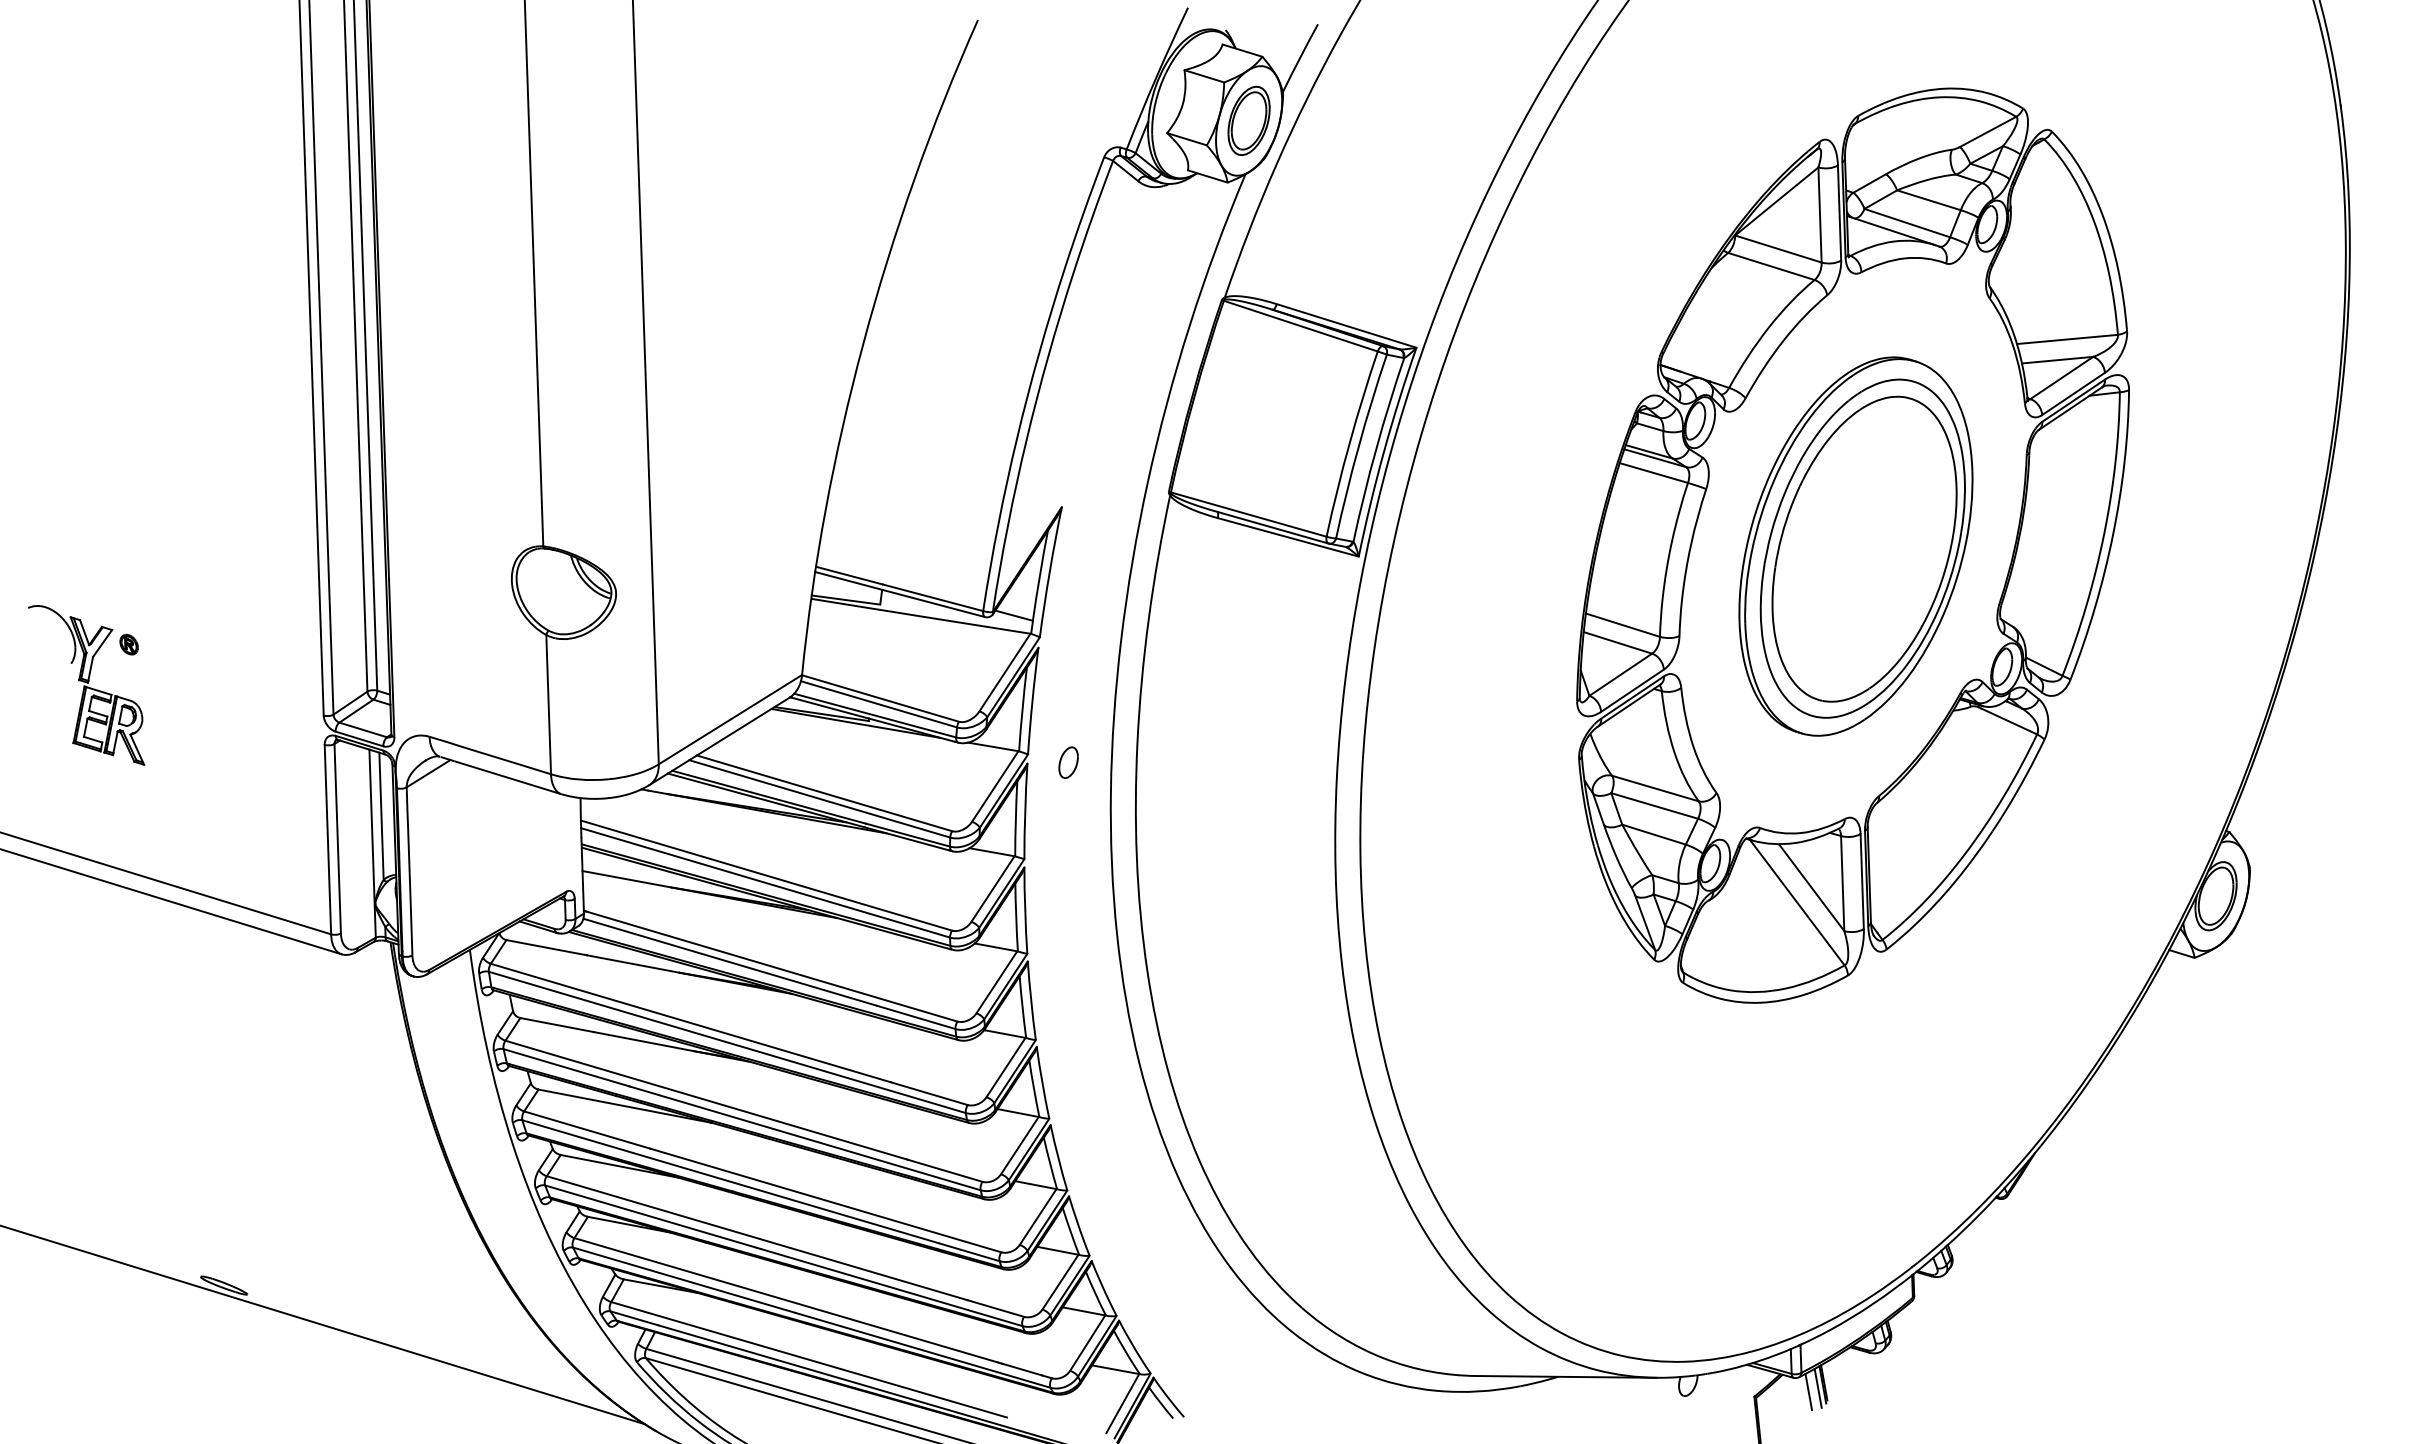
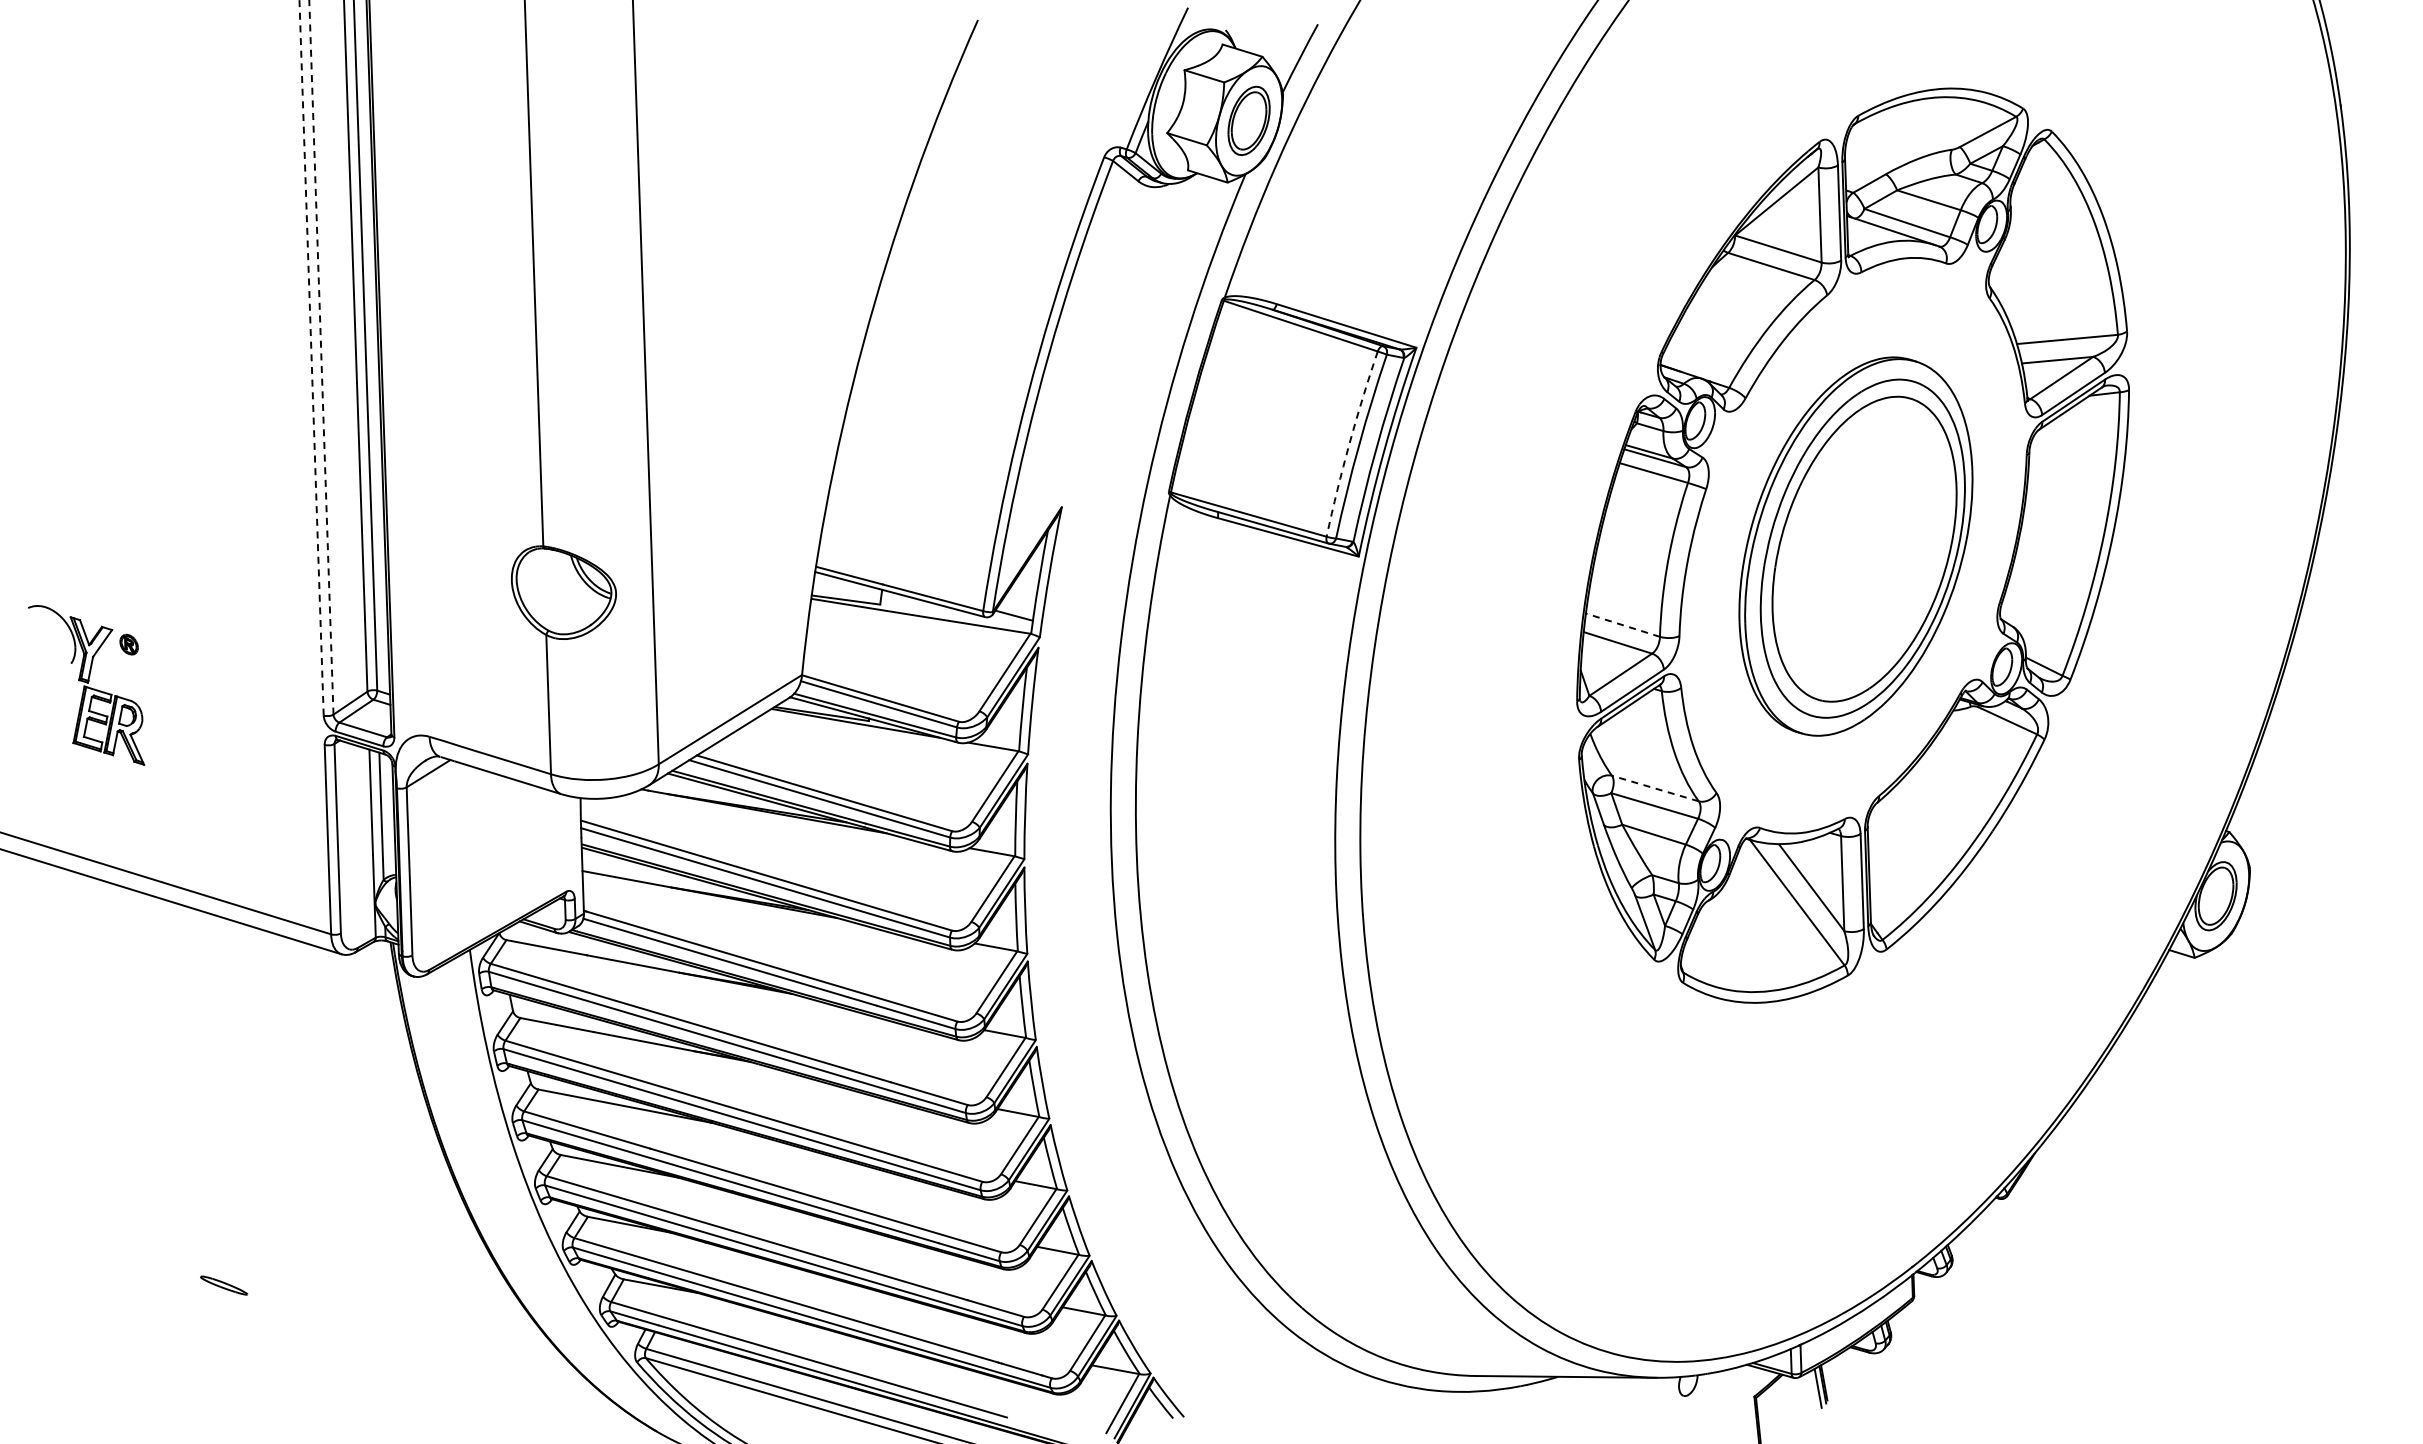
line at (321, 357): solid -> dashed
line at (311, 358): solid -> dashed
arc at (1349, 443): solid -> dashed
line at (1622, 625): solid -> dashed
part at (1068, 762): present -> none
line at (1654, 788): solid -> dashed
line at (323, 1325): present -> none
line at (1808, 1391): present -> none
